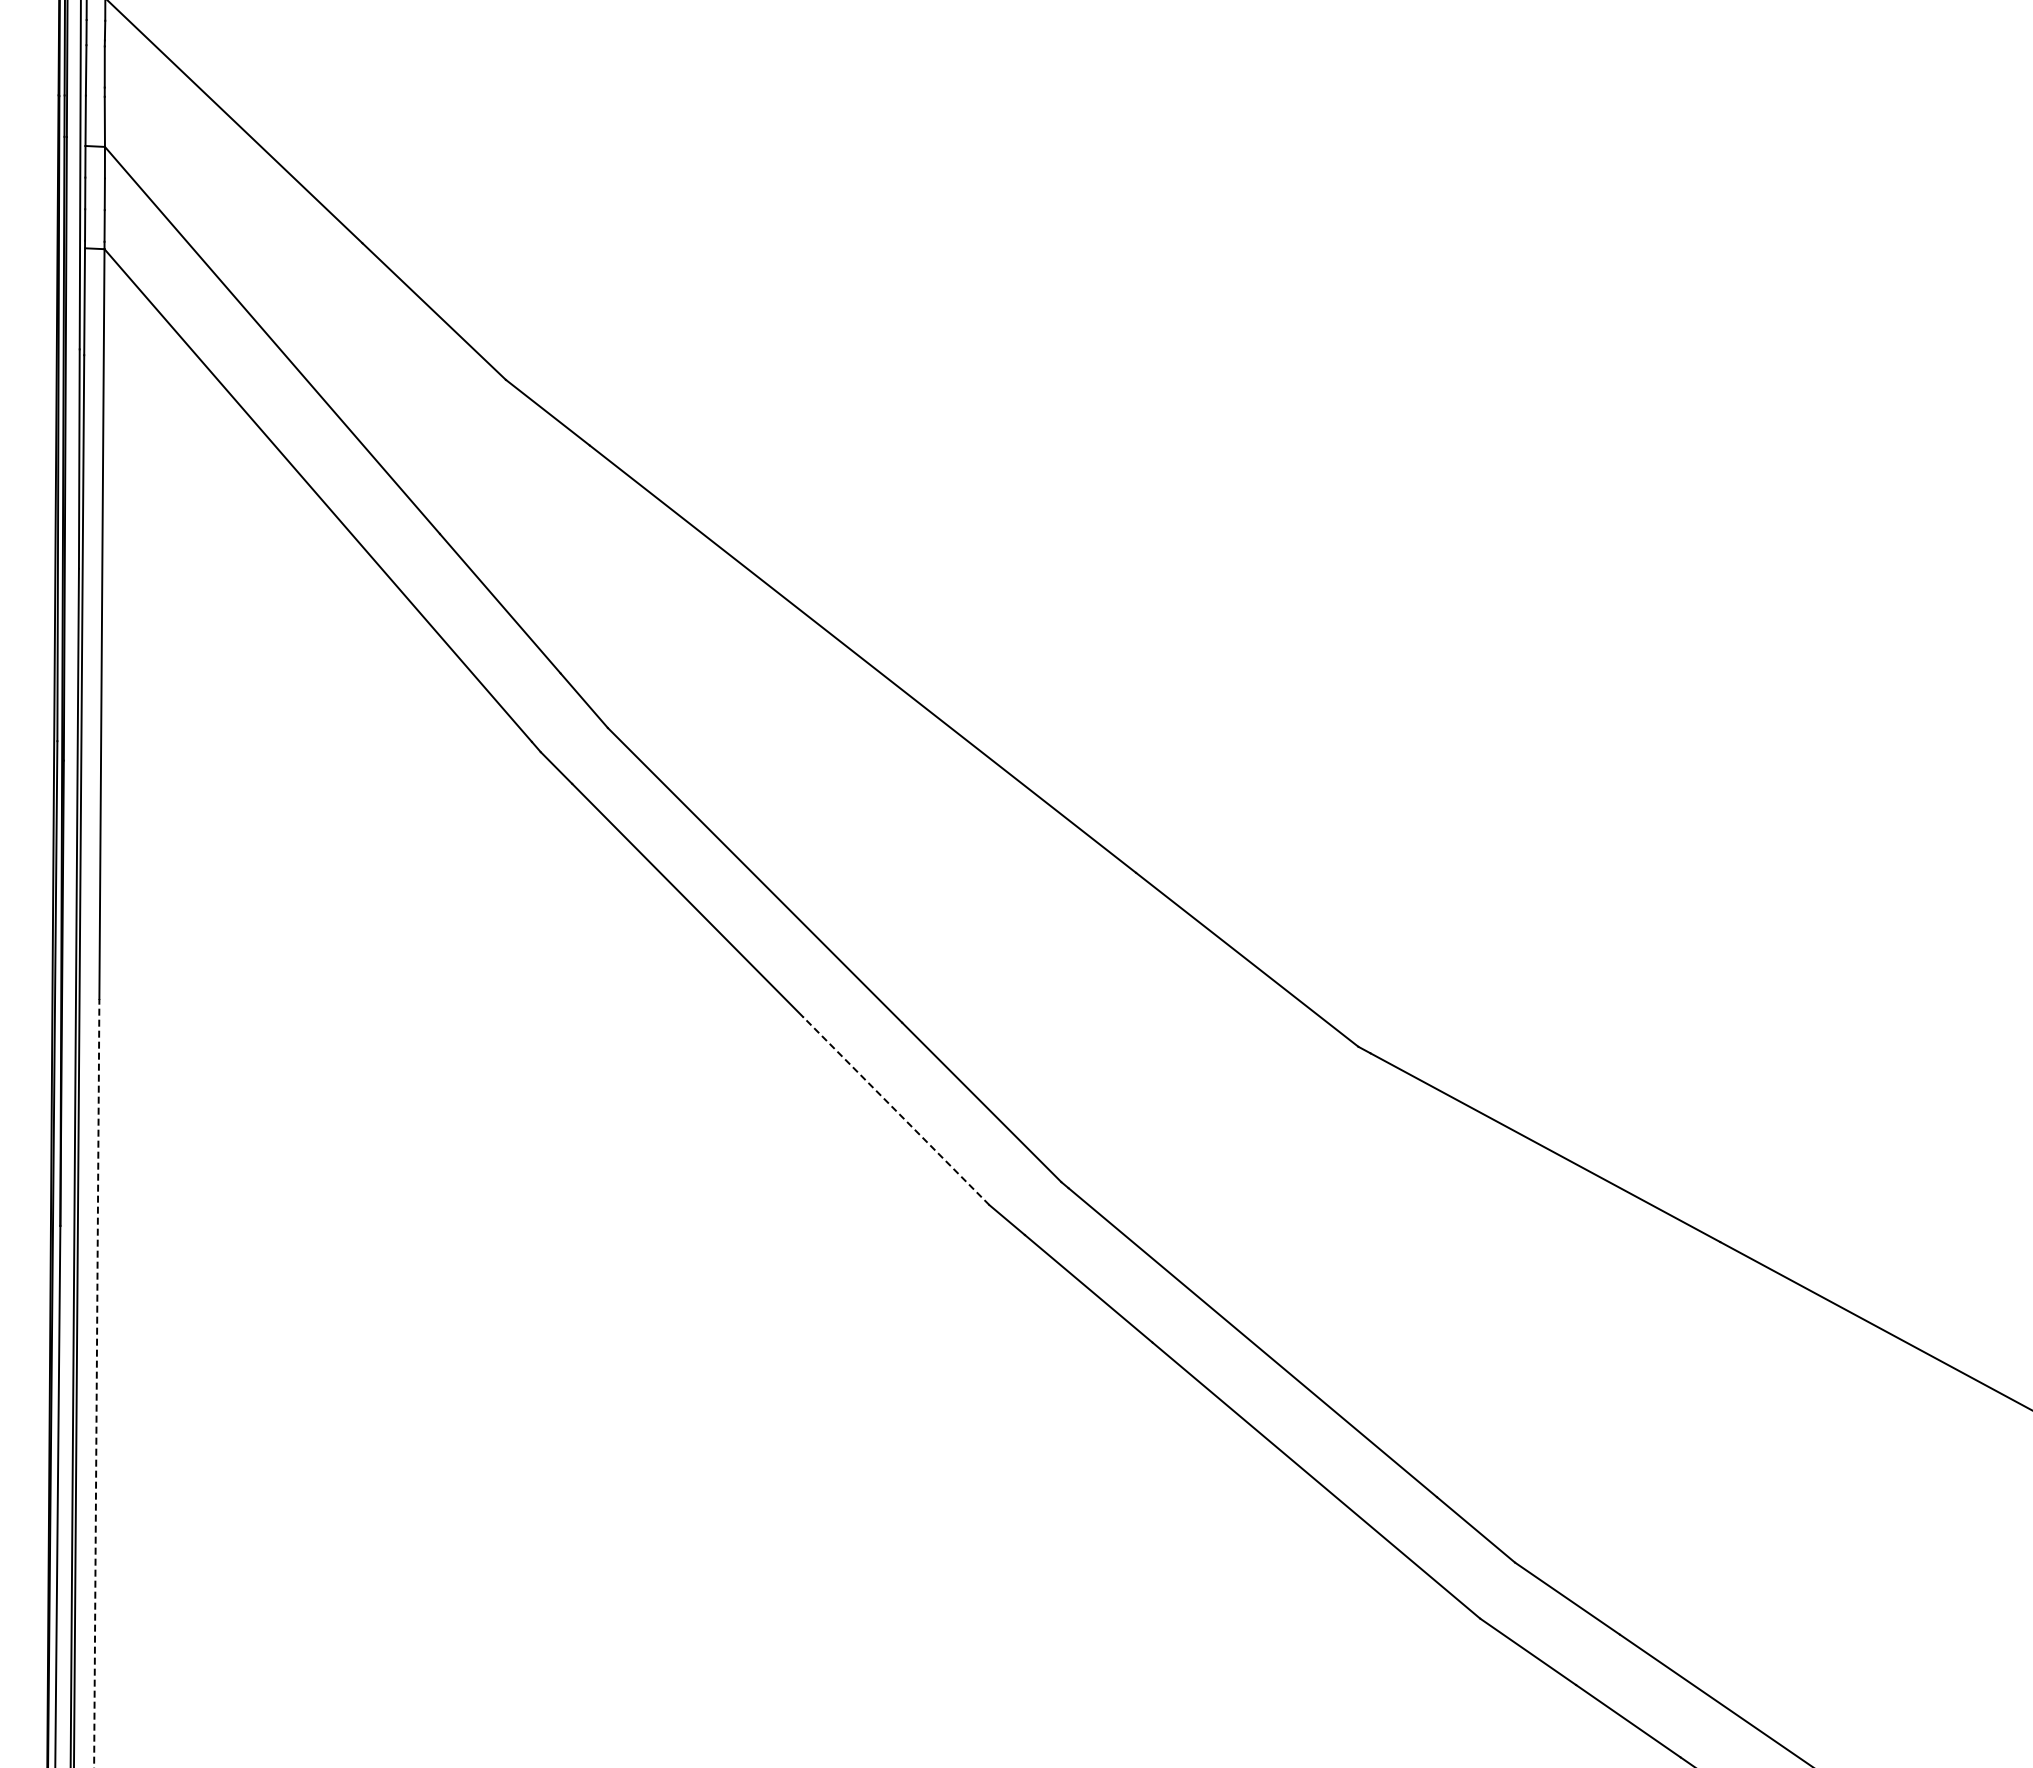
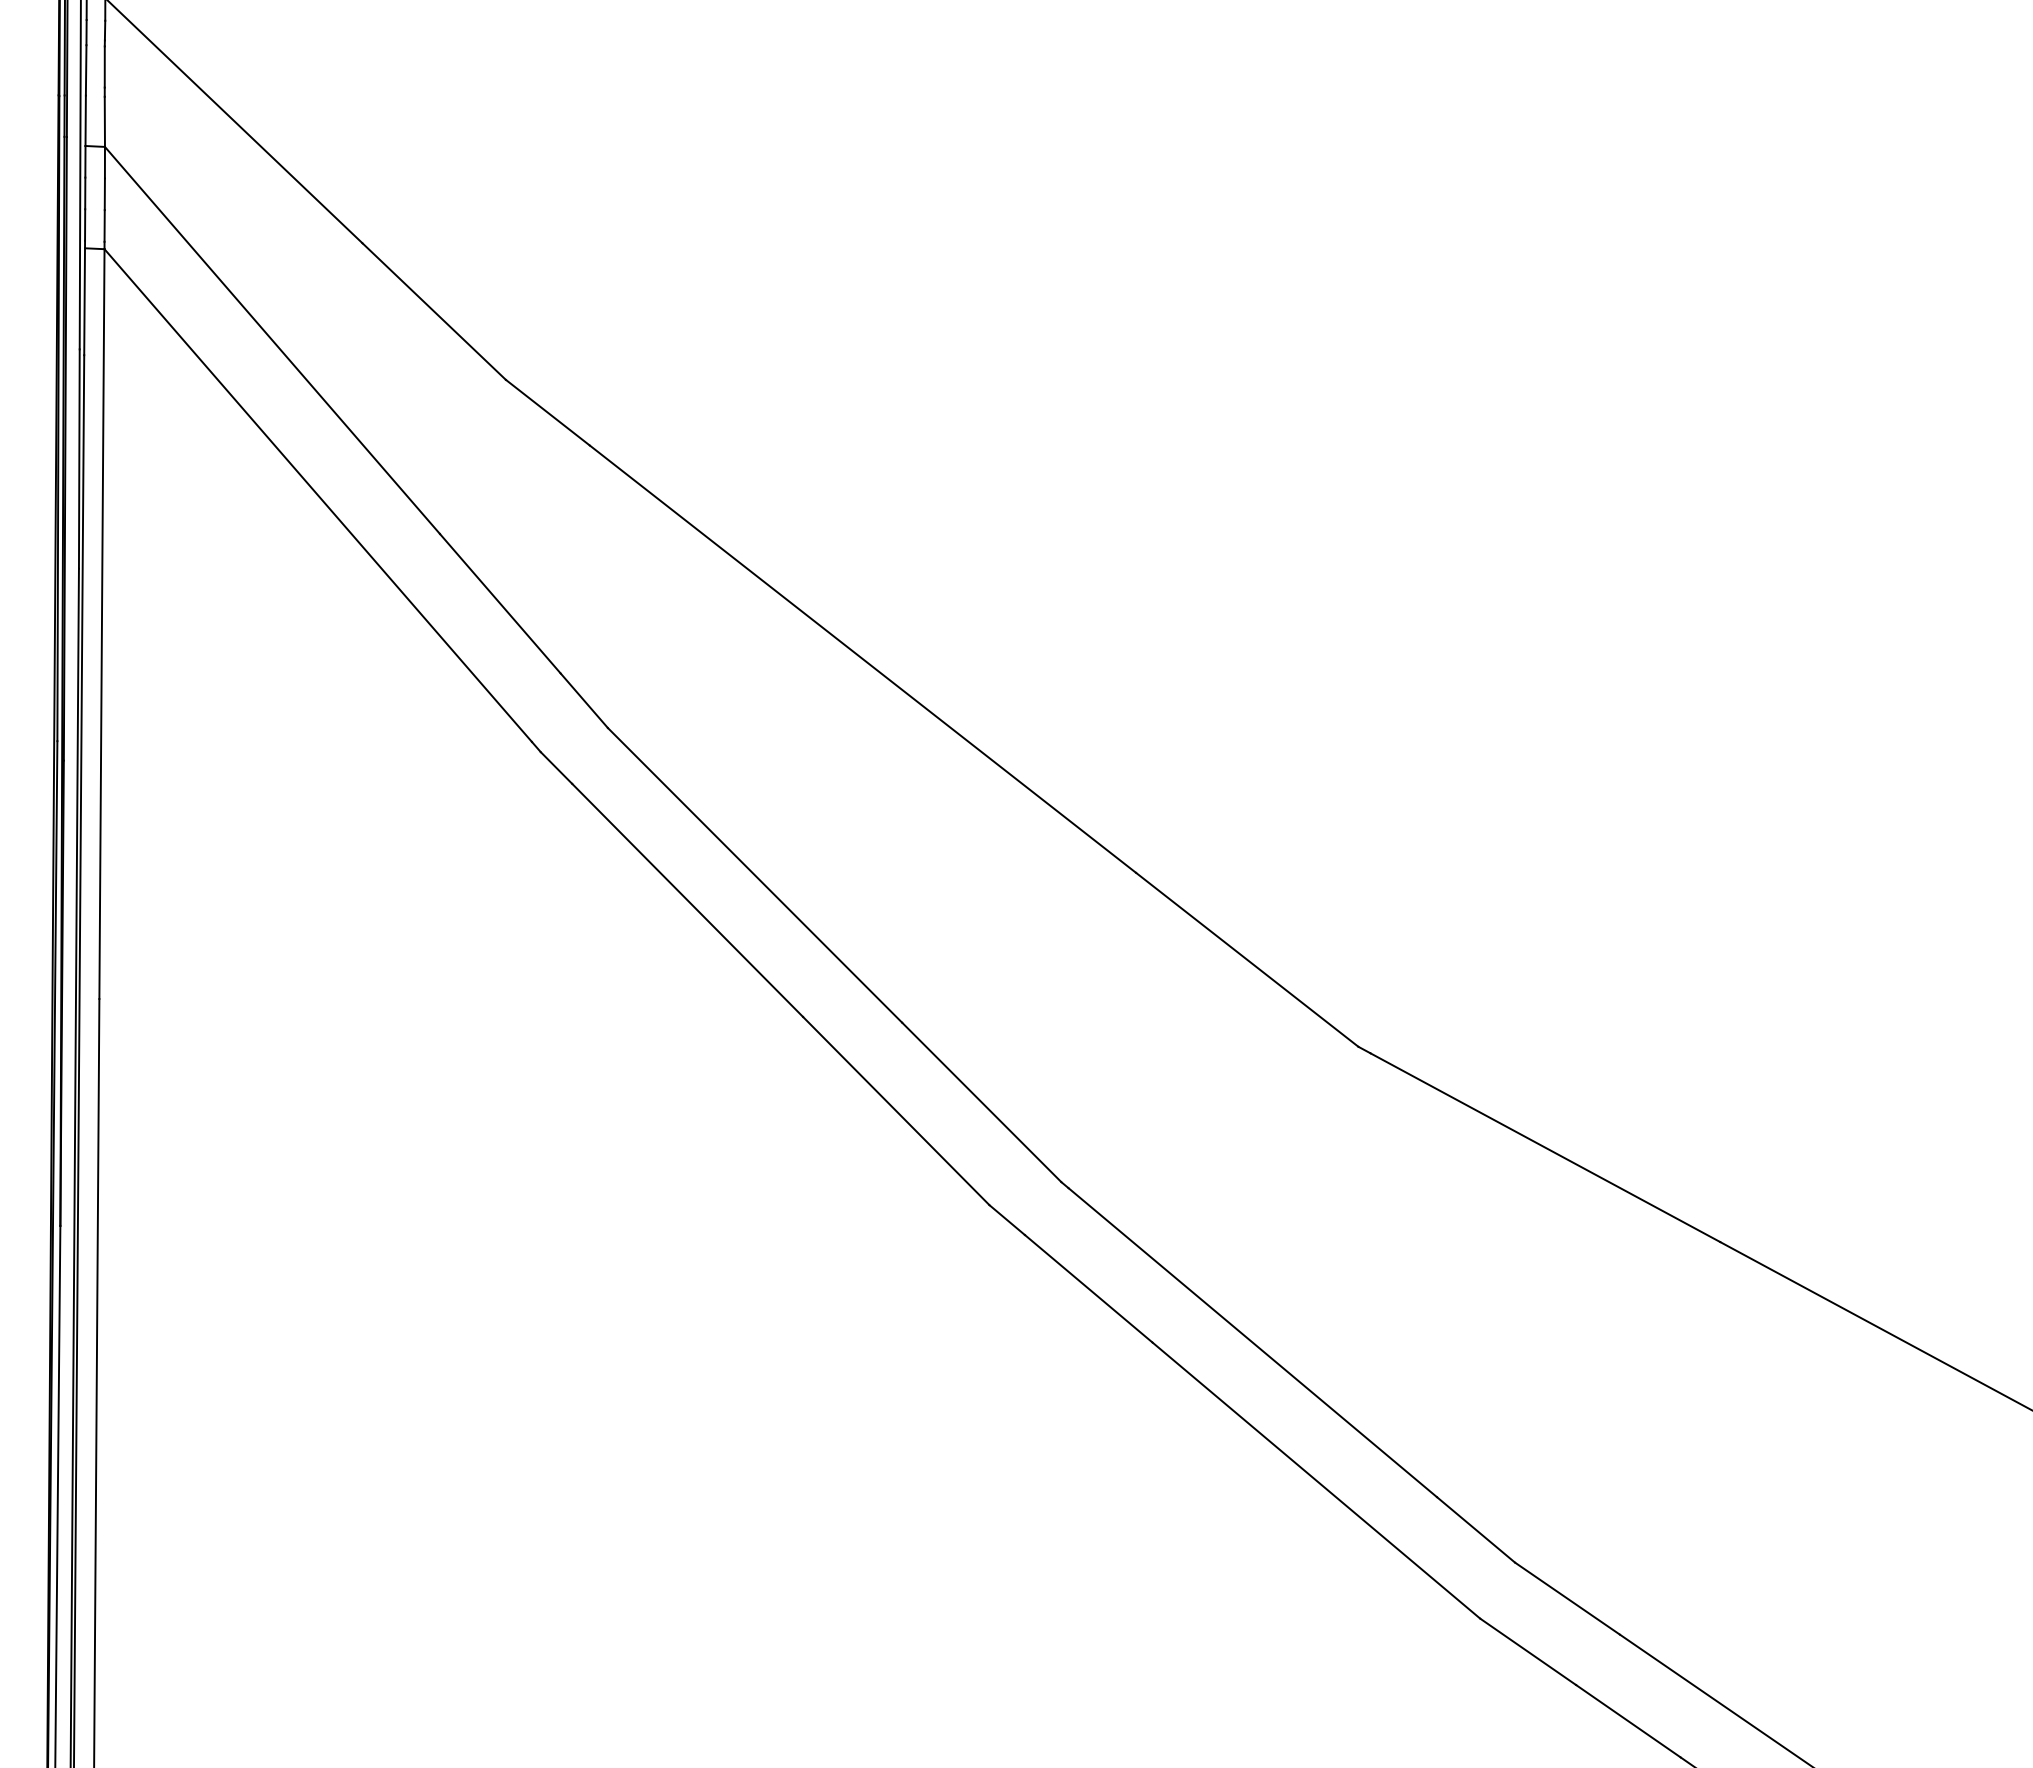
line at (895, 1110): dashed -> solid
line at (96, 1382): dashed -> solid
